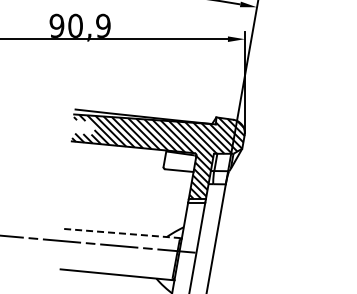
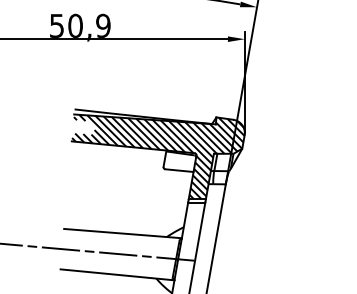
text at (56, 25): 90,9 -> 50,9
line at (123, 233): dashed -> solid
line at (98, 243) position: (98, 243) -> (98, 251)
